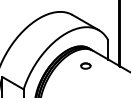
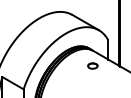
part at (85, 65) position: (85, 65) -> (92, 65)
